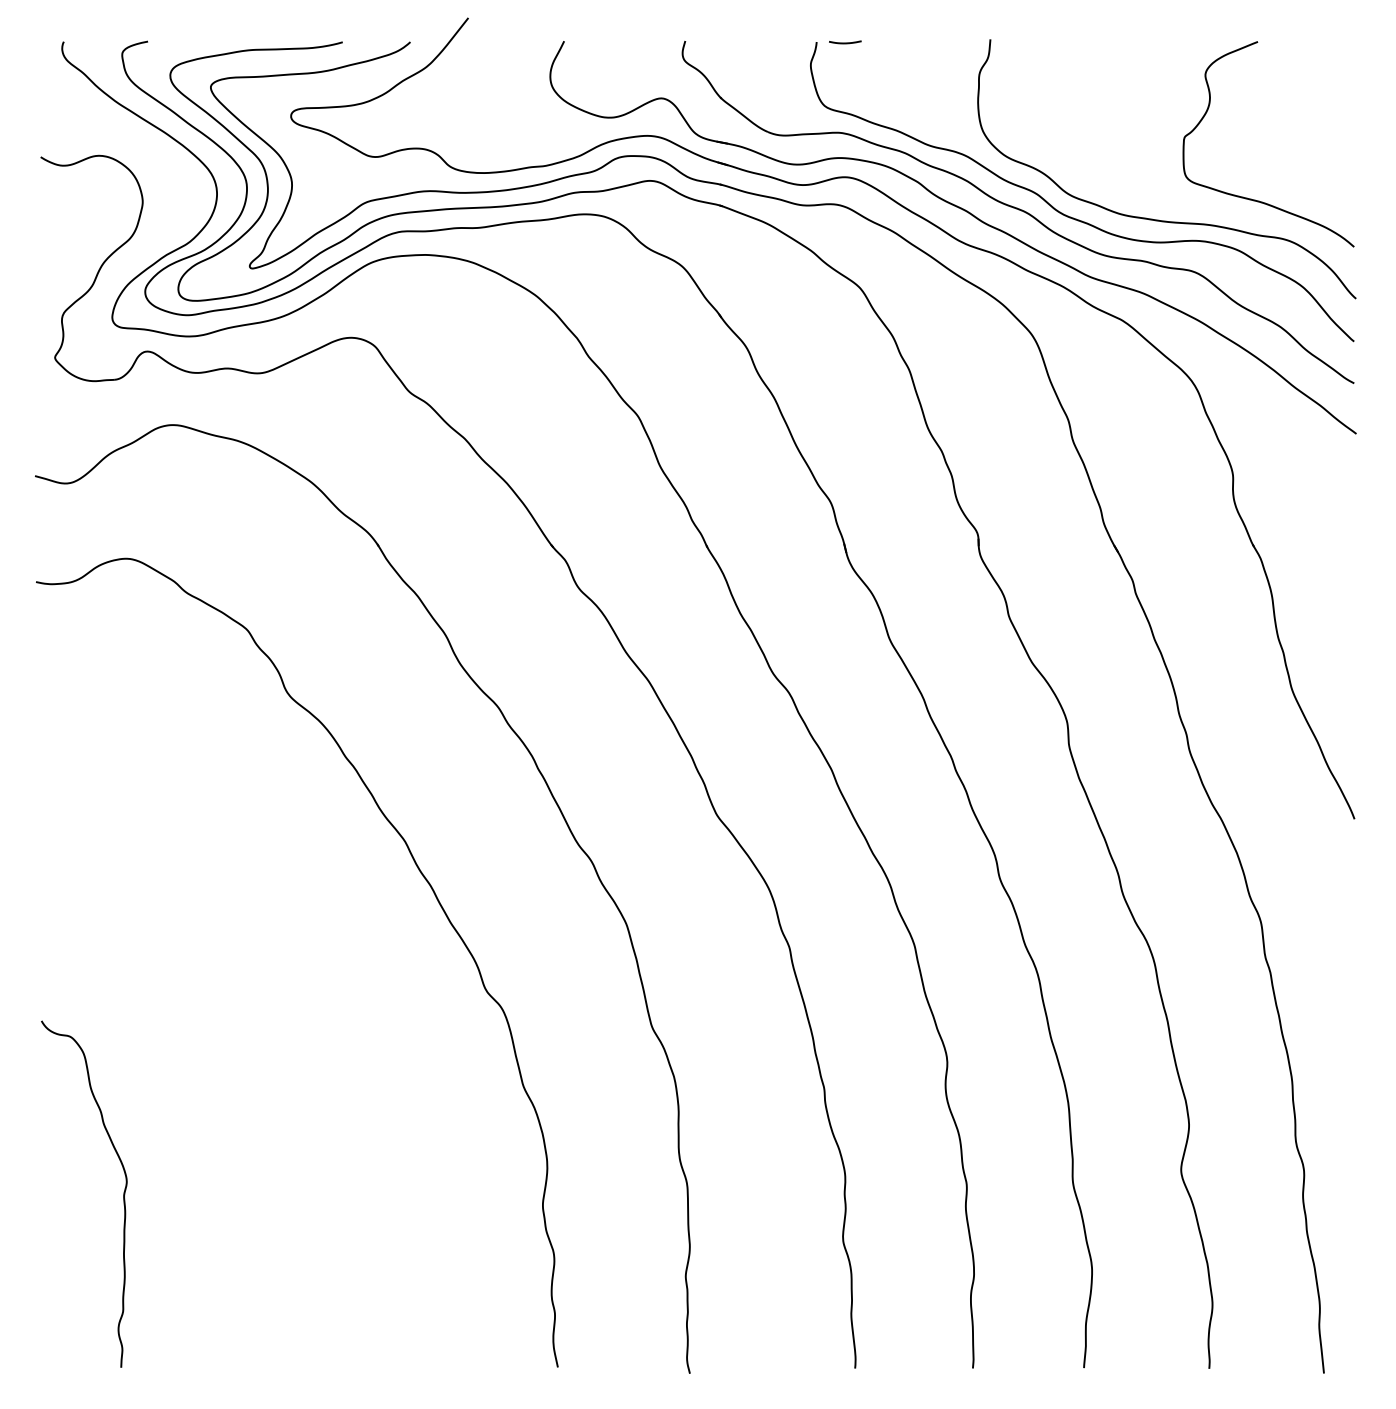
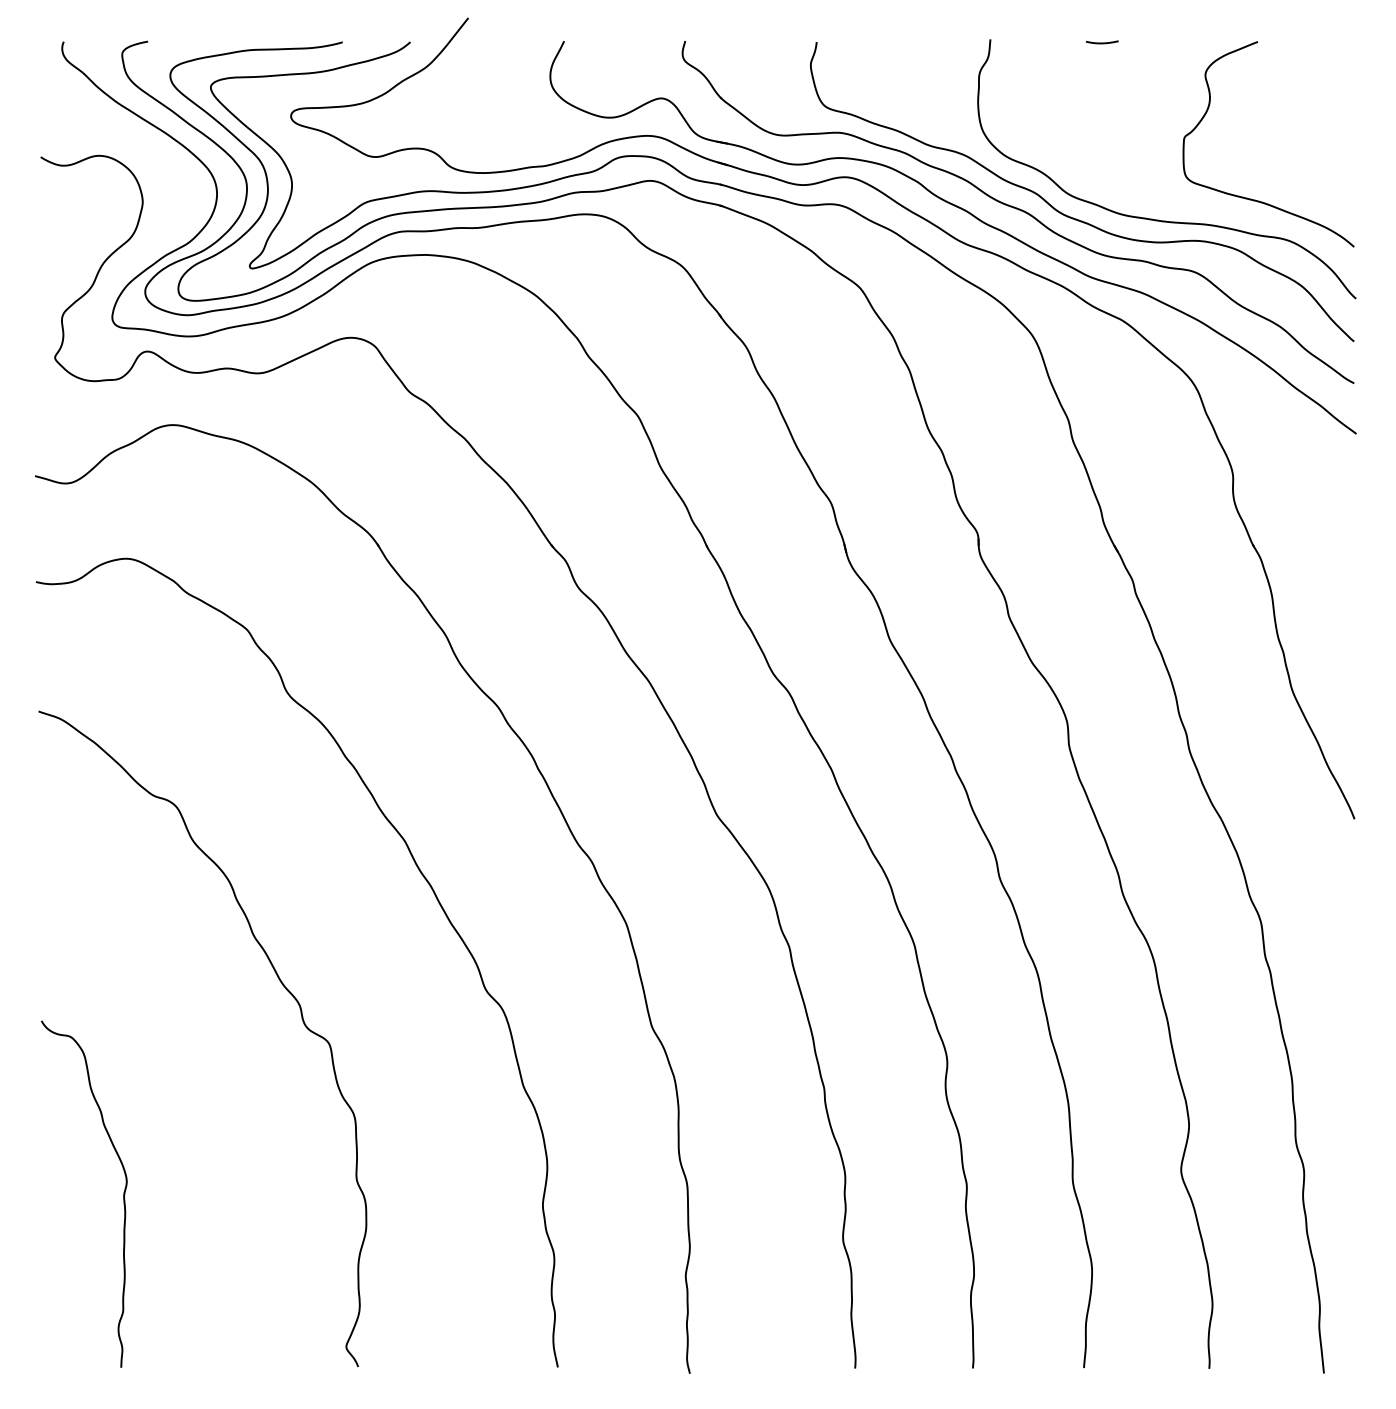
curve at (845, 42) position: (845, 42) -> (1102, 42)
curve at (279, 981): none -> present
